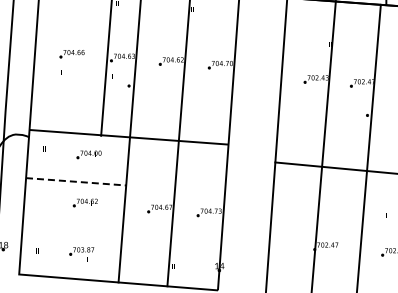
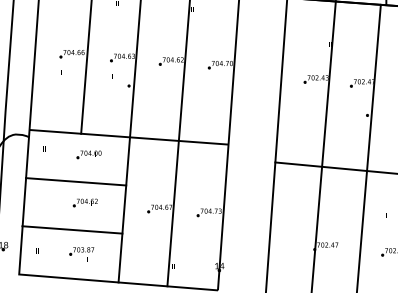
line at (106, 68) position: (106, 68) -> (86, 67)
line at (76, 181): dashed -> solid
line at (72, 229): none -> present
